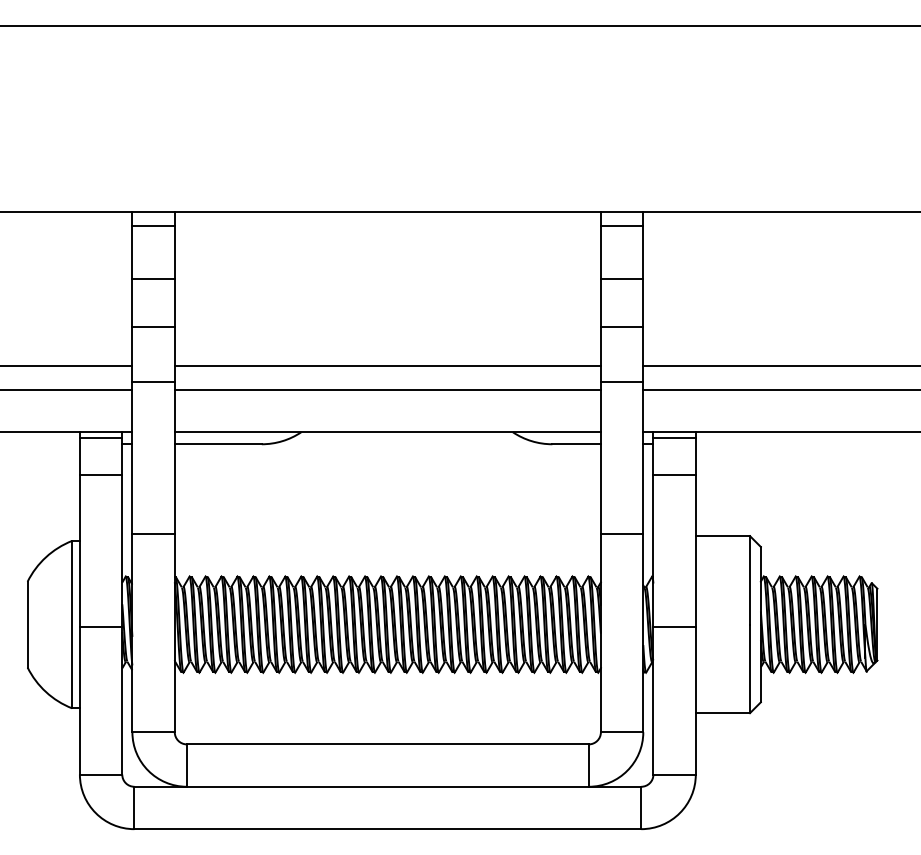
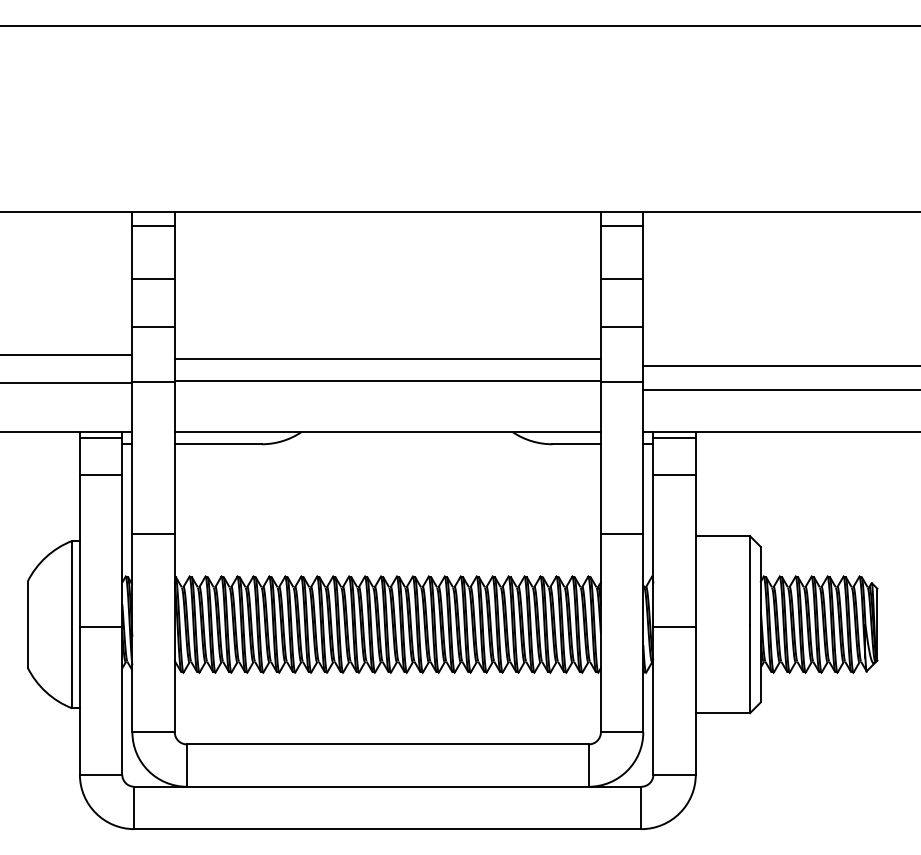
line at (67, 365) position: (67, 365) -> (67, 354)
line at (387, 365) position: (387, 365) -> (387, 358)
line at (67, 389) position: (67, 389) -> (67, 382)
line at (387, 389) position: (387, 389) -> (387, 380)
